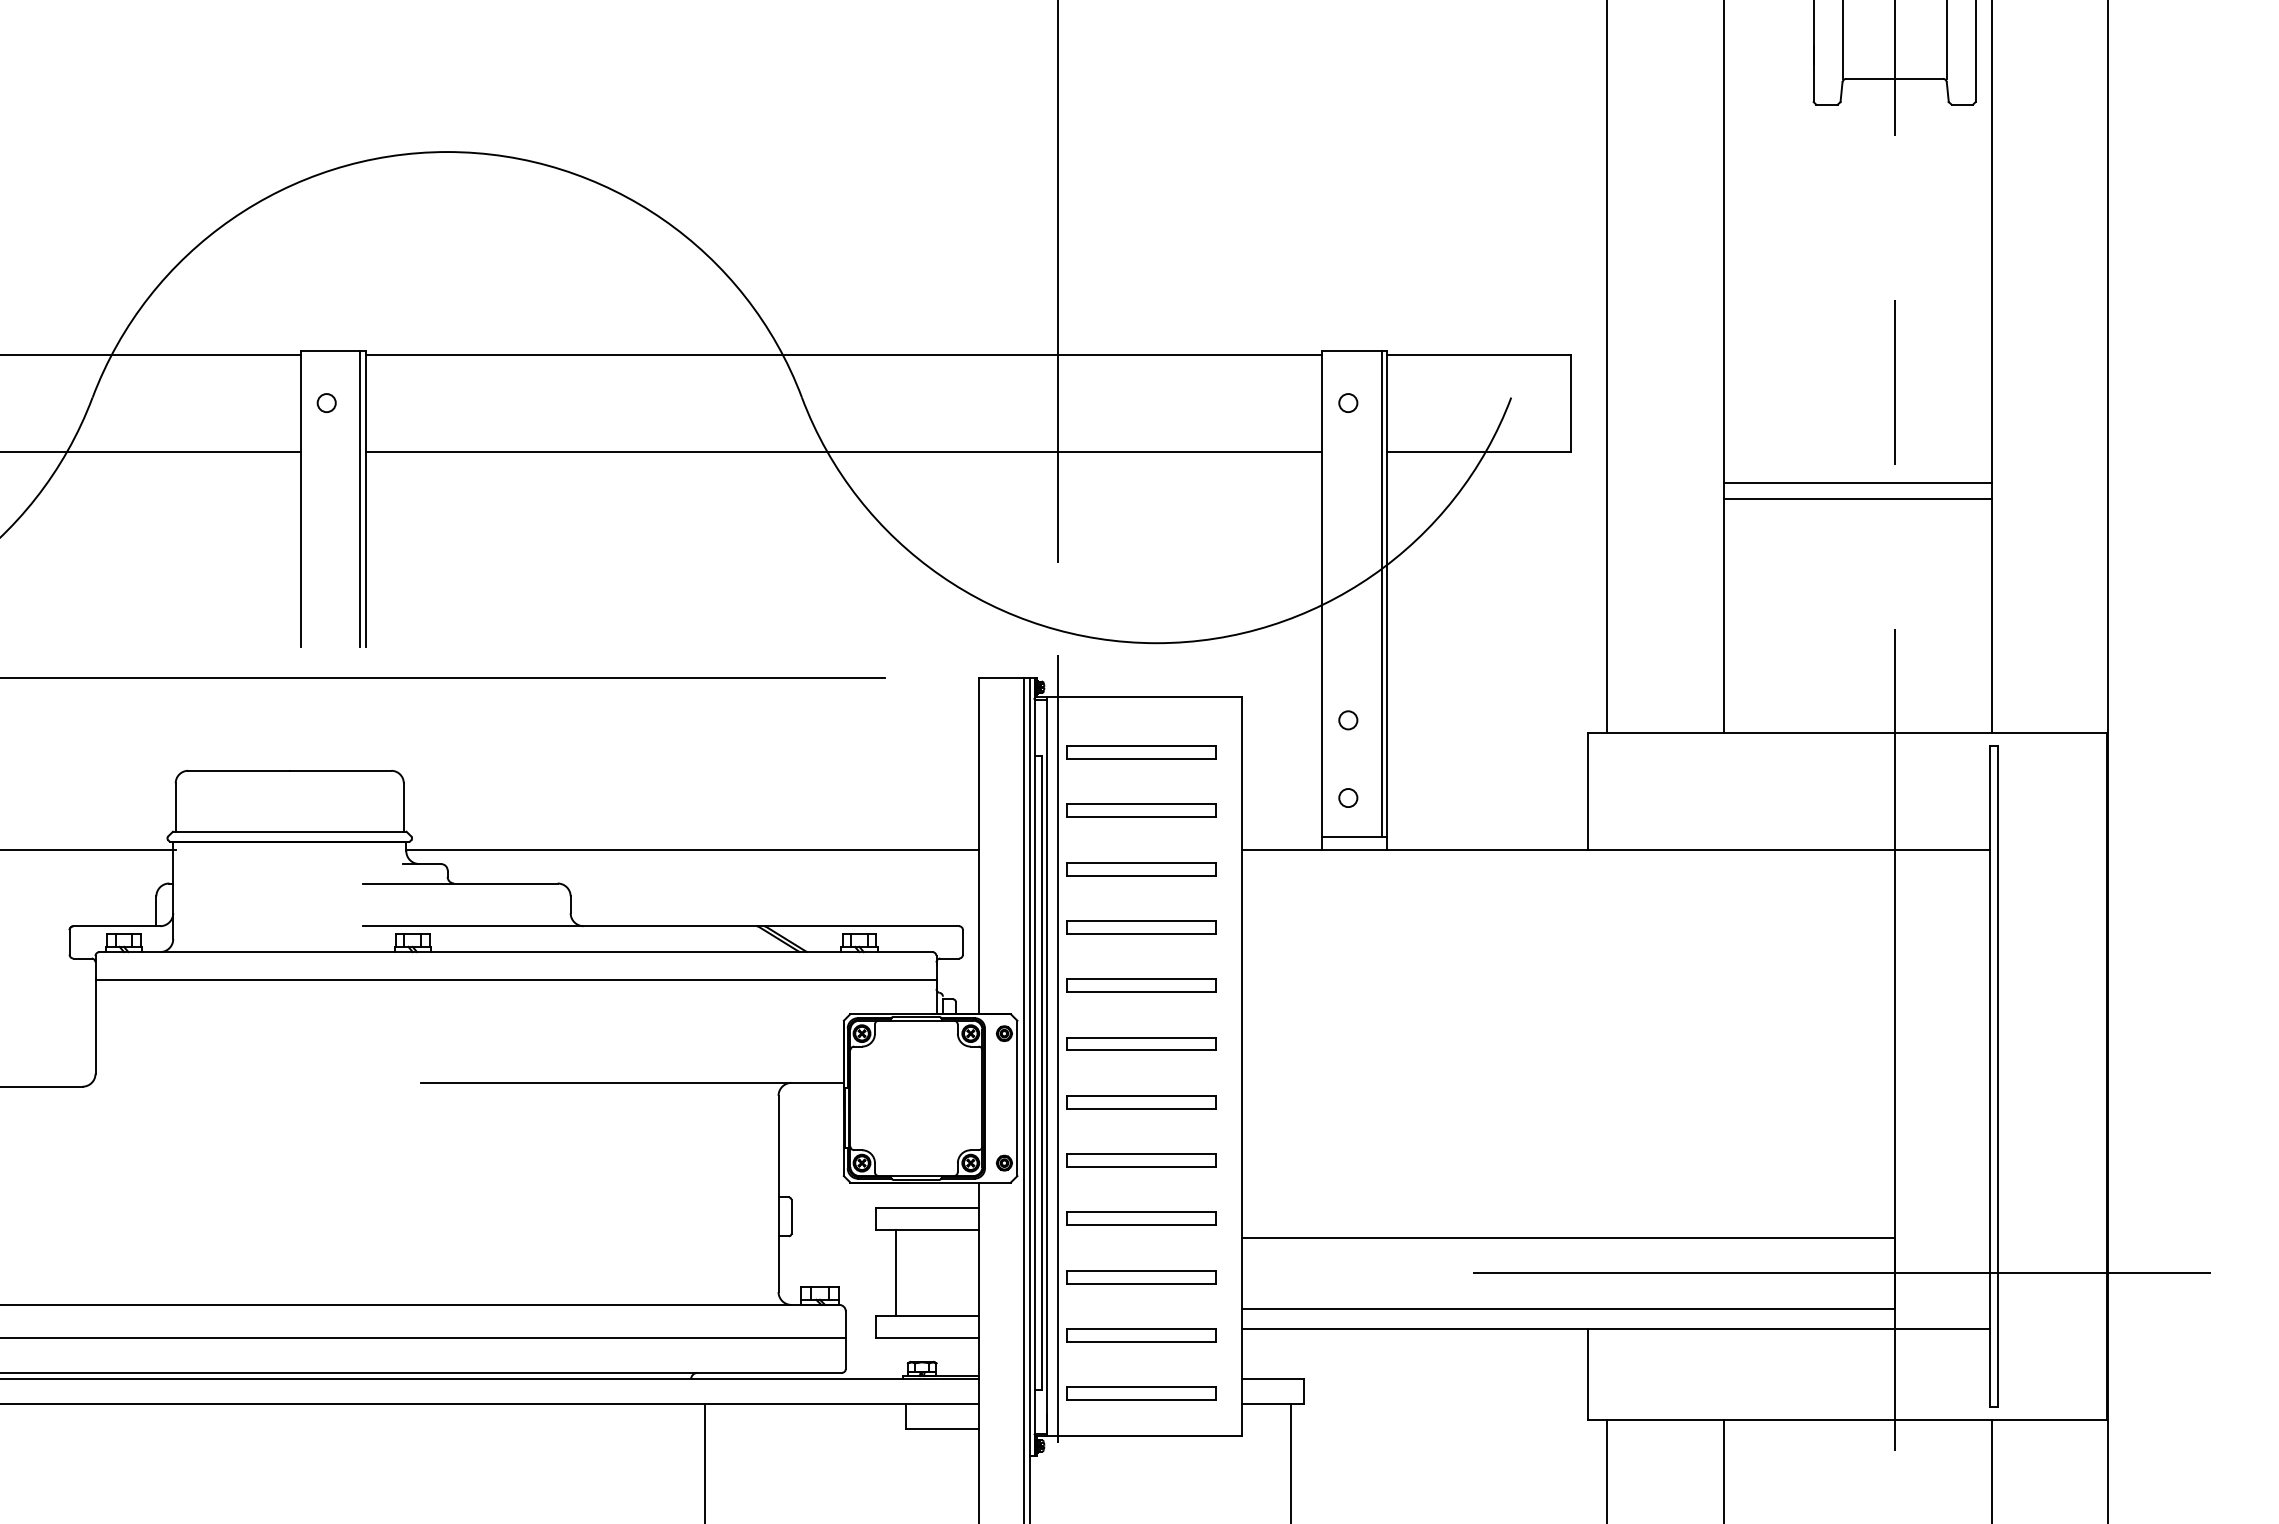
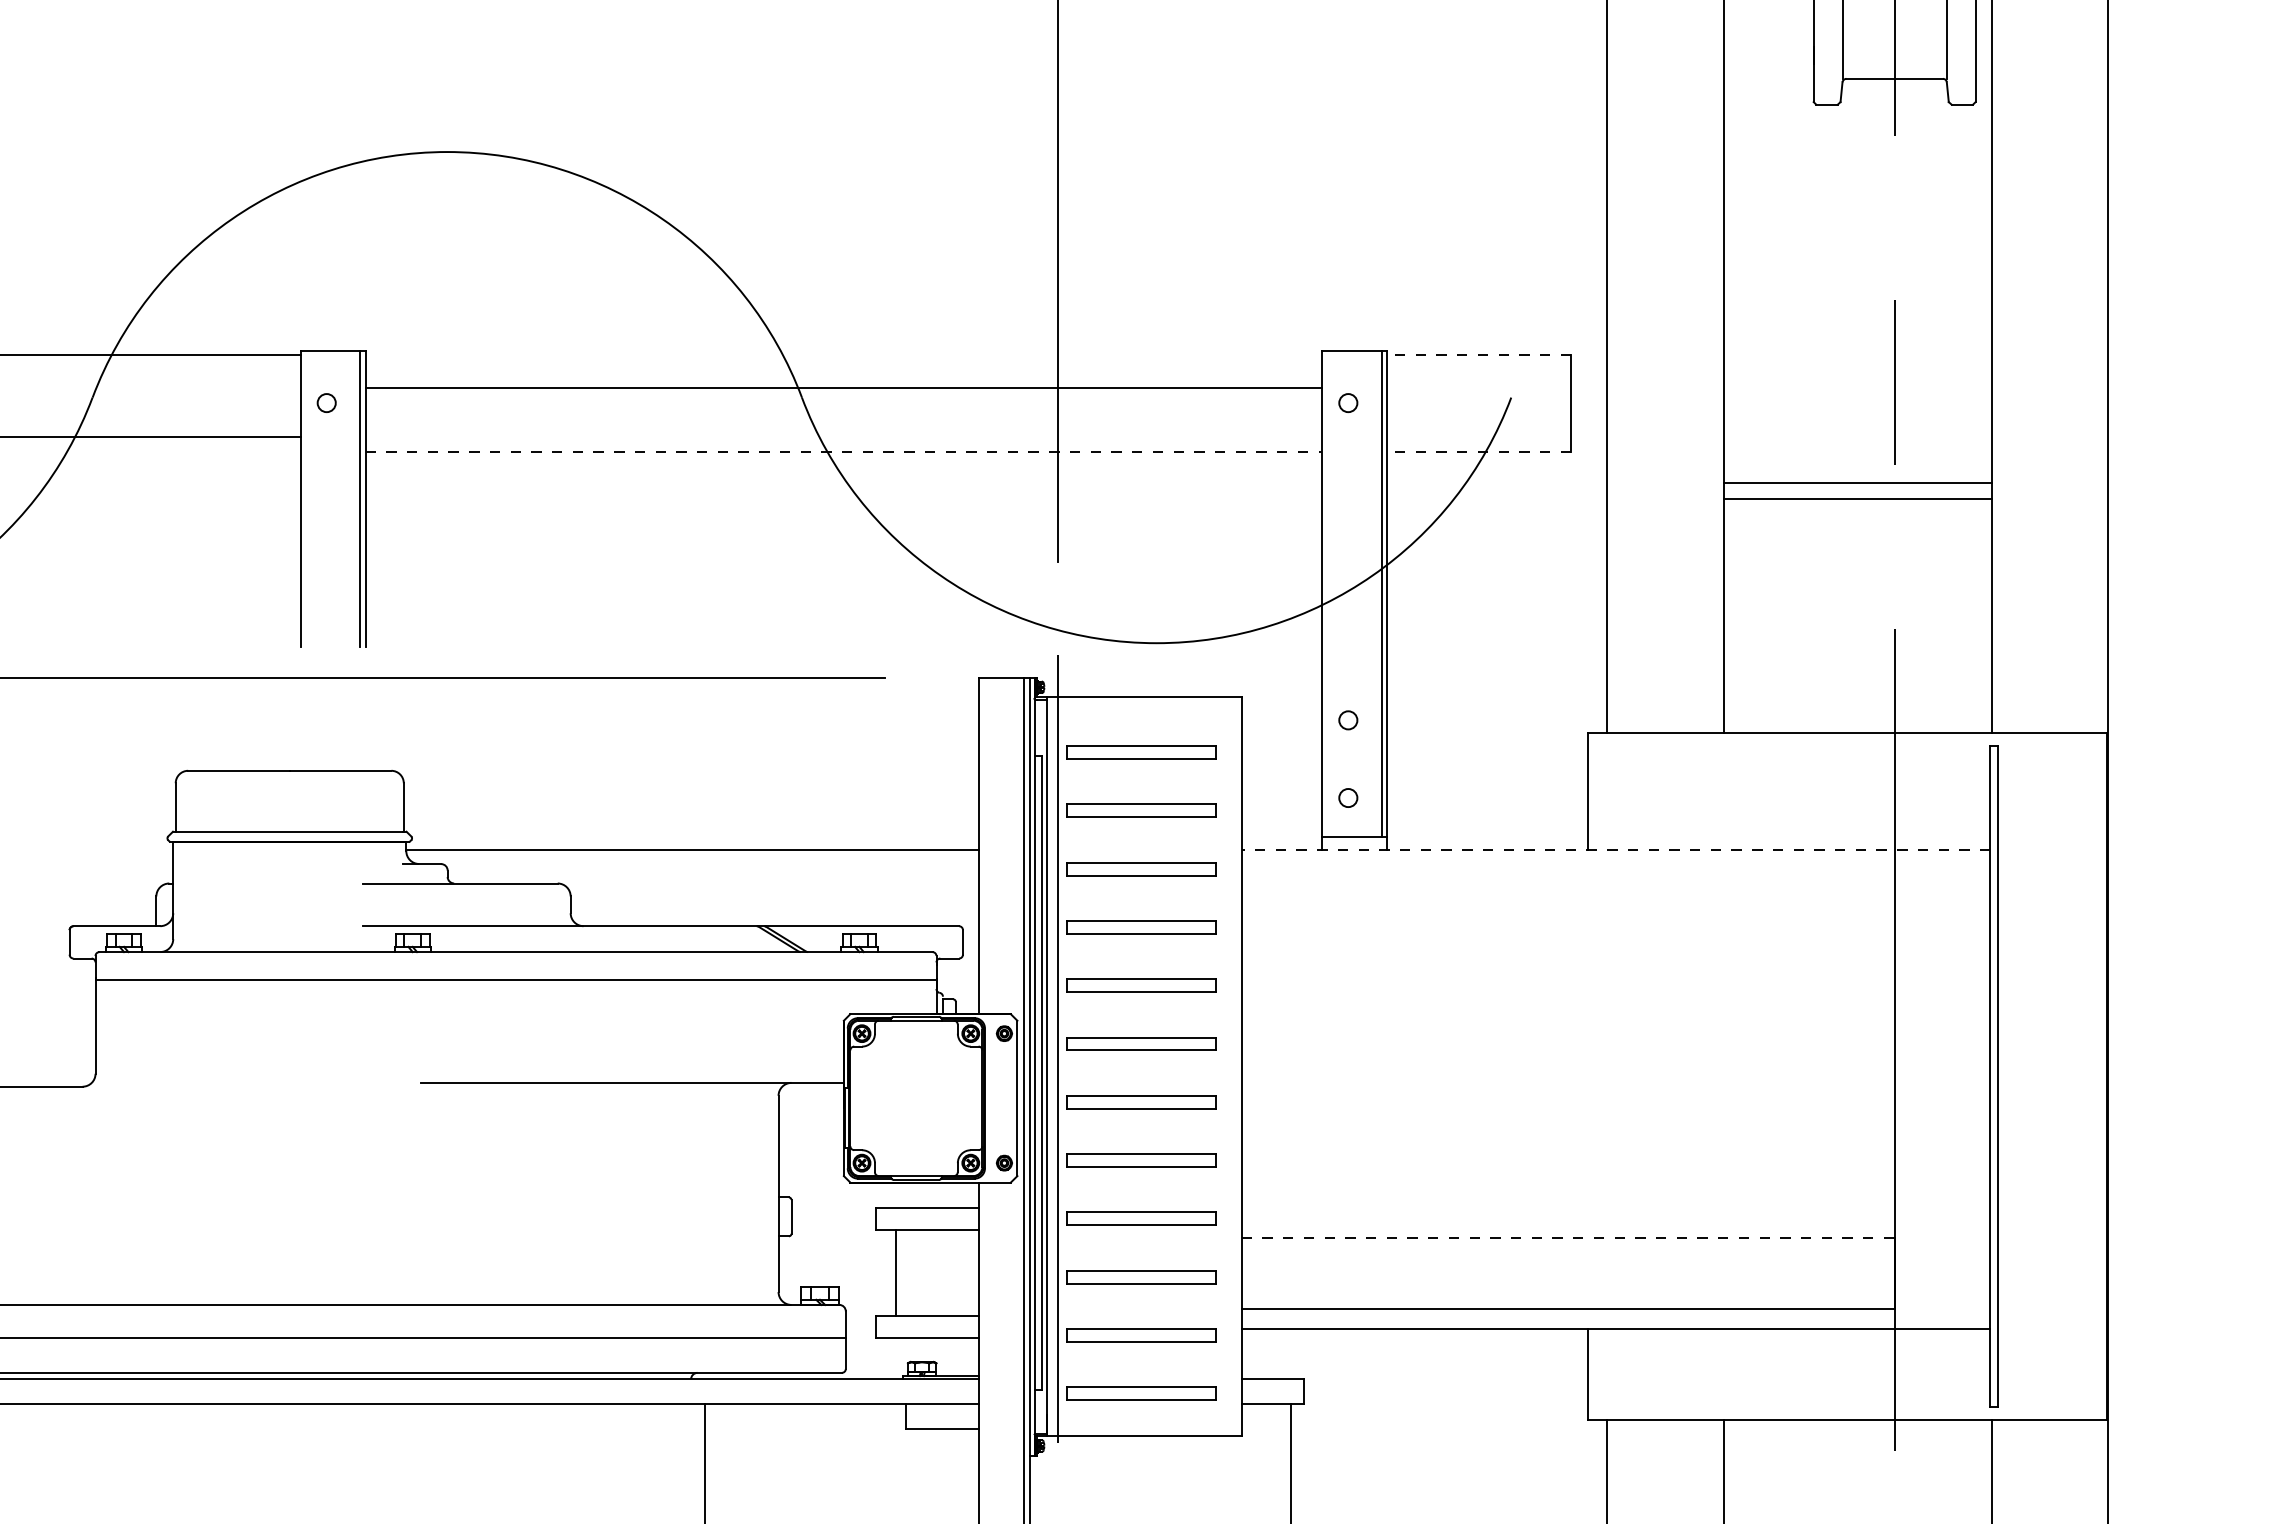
line at (843, 354) position: (843, 354) -> (843, 387)
line at (1479, 354): solid -> dashed
line at (151, 451) position: (151, 451) -> (151, 436)
line at (844, 451): solid -> dashed
line at (1479, 451): solid -> dashed
line at (88, 849): present -> none
line at (1615, 849): solid -> dashed
line at (1568, 1237): solid -> dashed
line at (1841, 1273): present -> none
